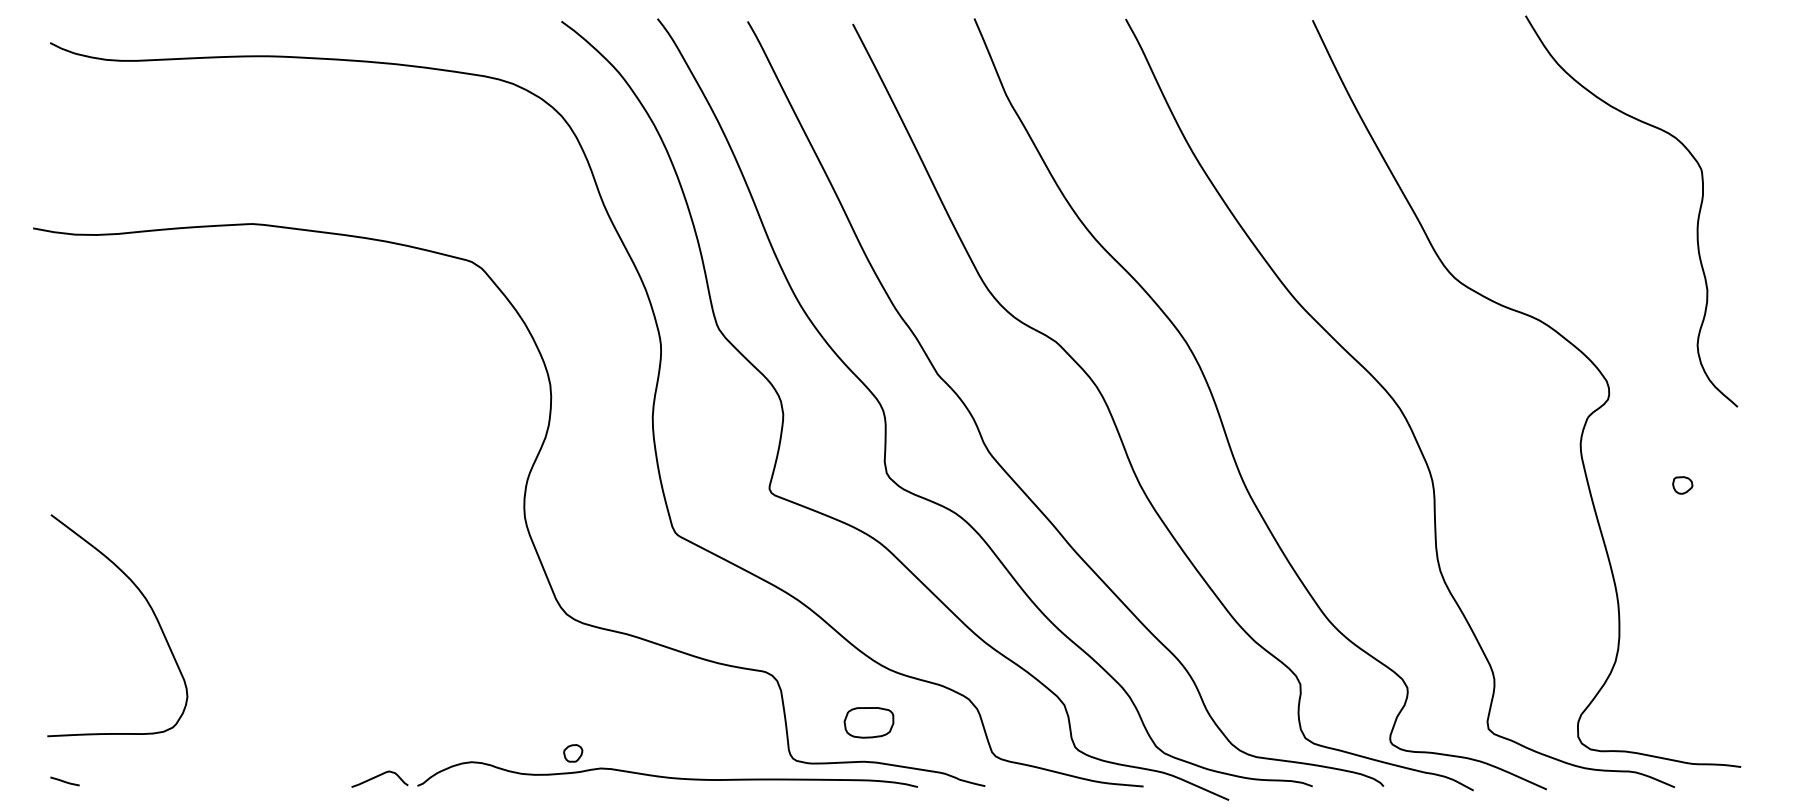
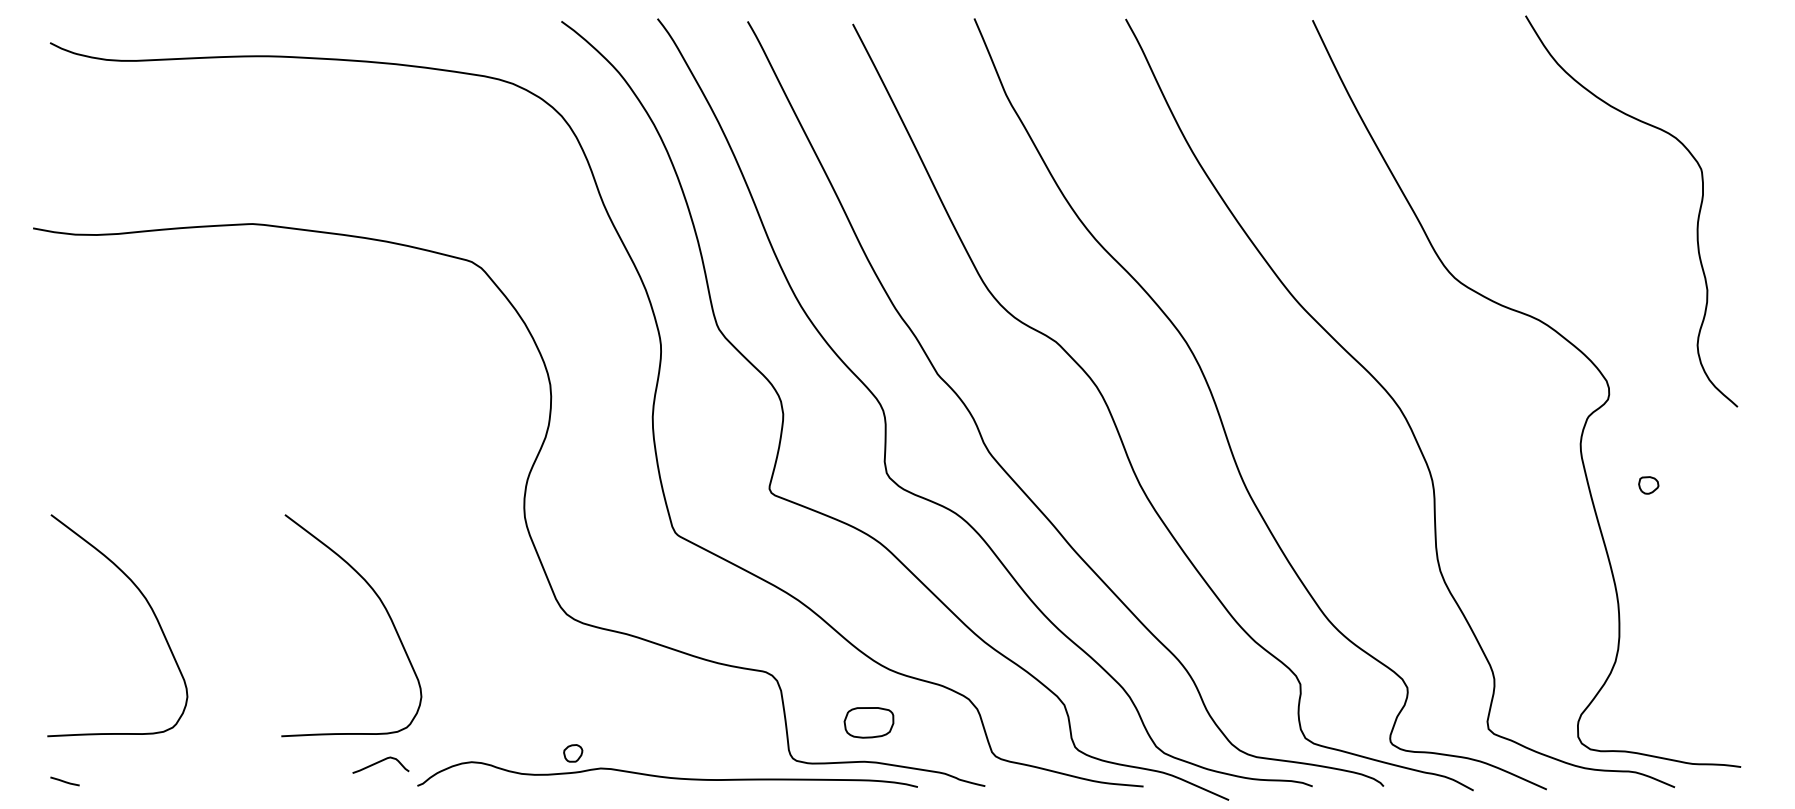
part at (1682, 485) position: (1682, 485) -> (1648, 485)
curve at (382, 605): none -> present
curve at (379, 776) position: (379, 776) -> (380, 762)
